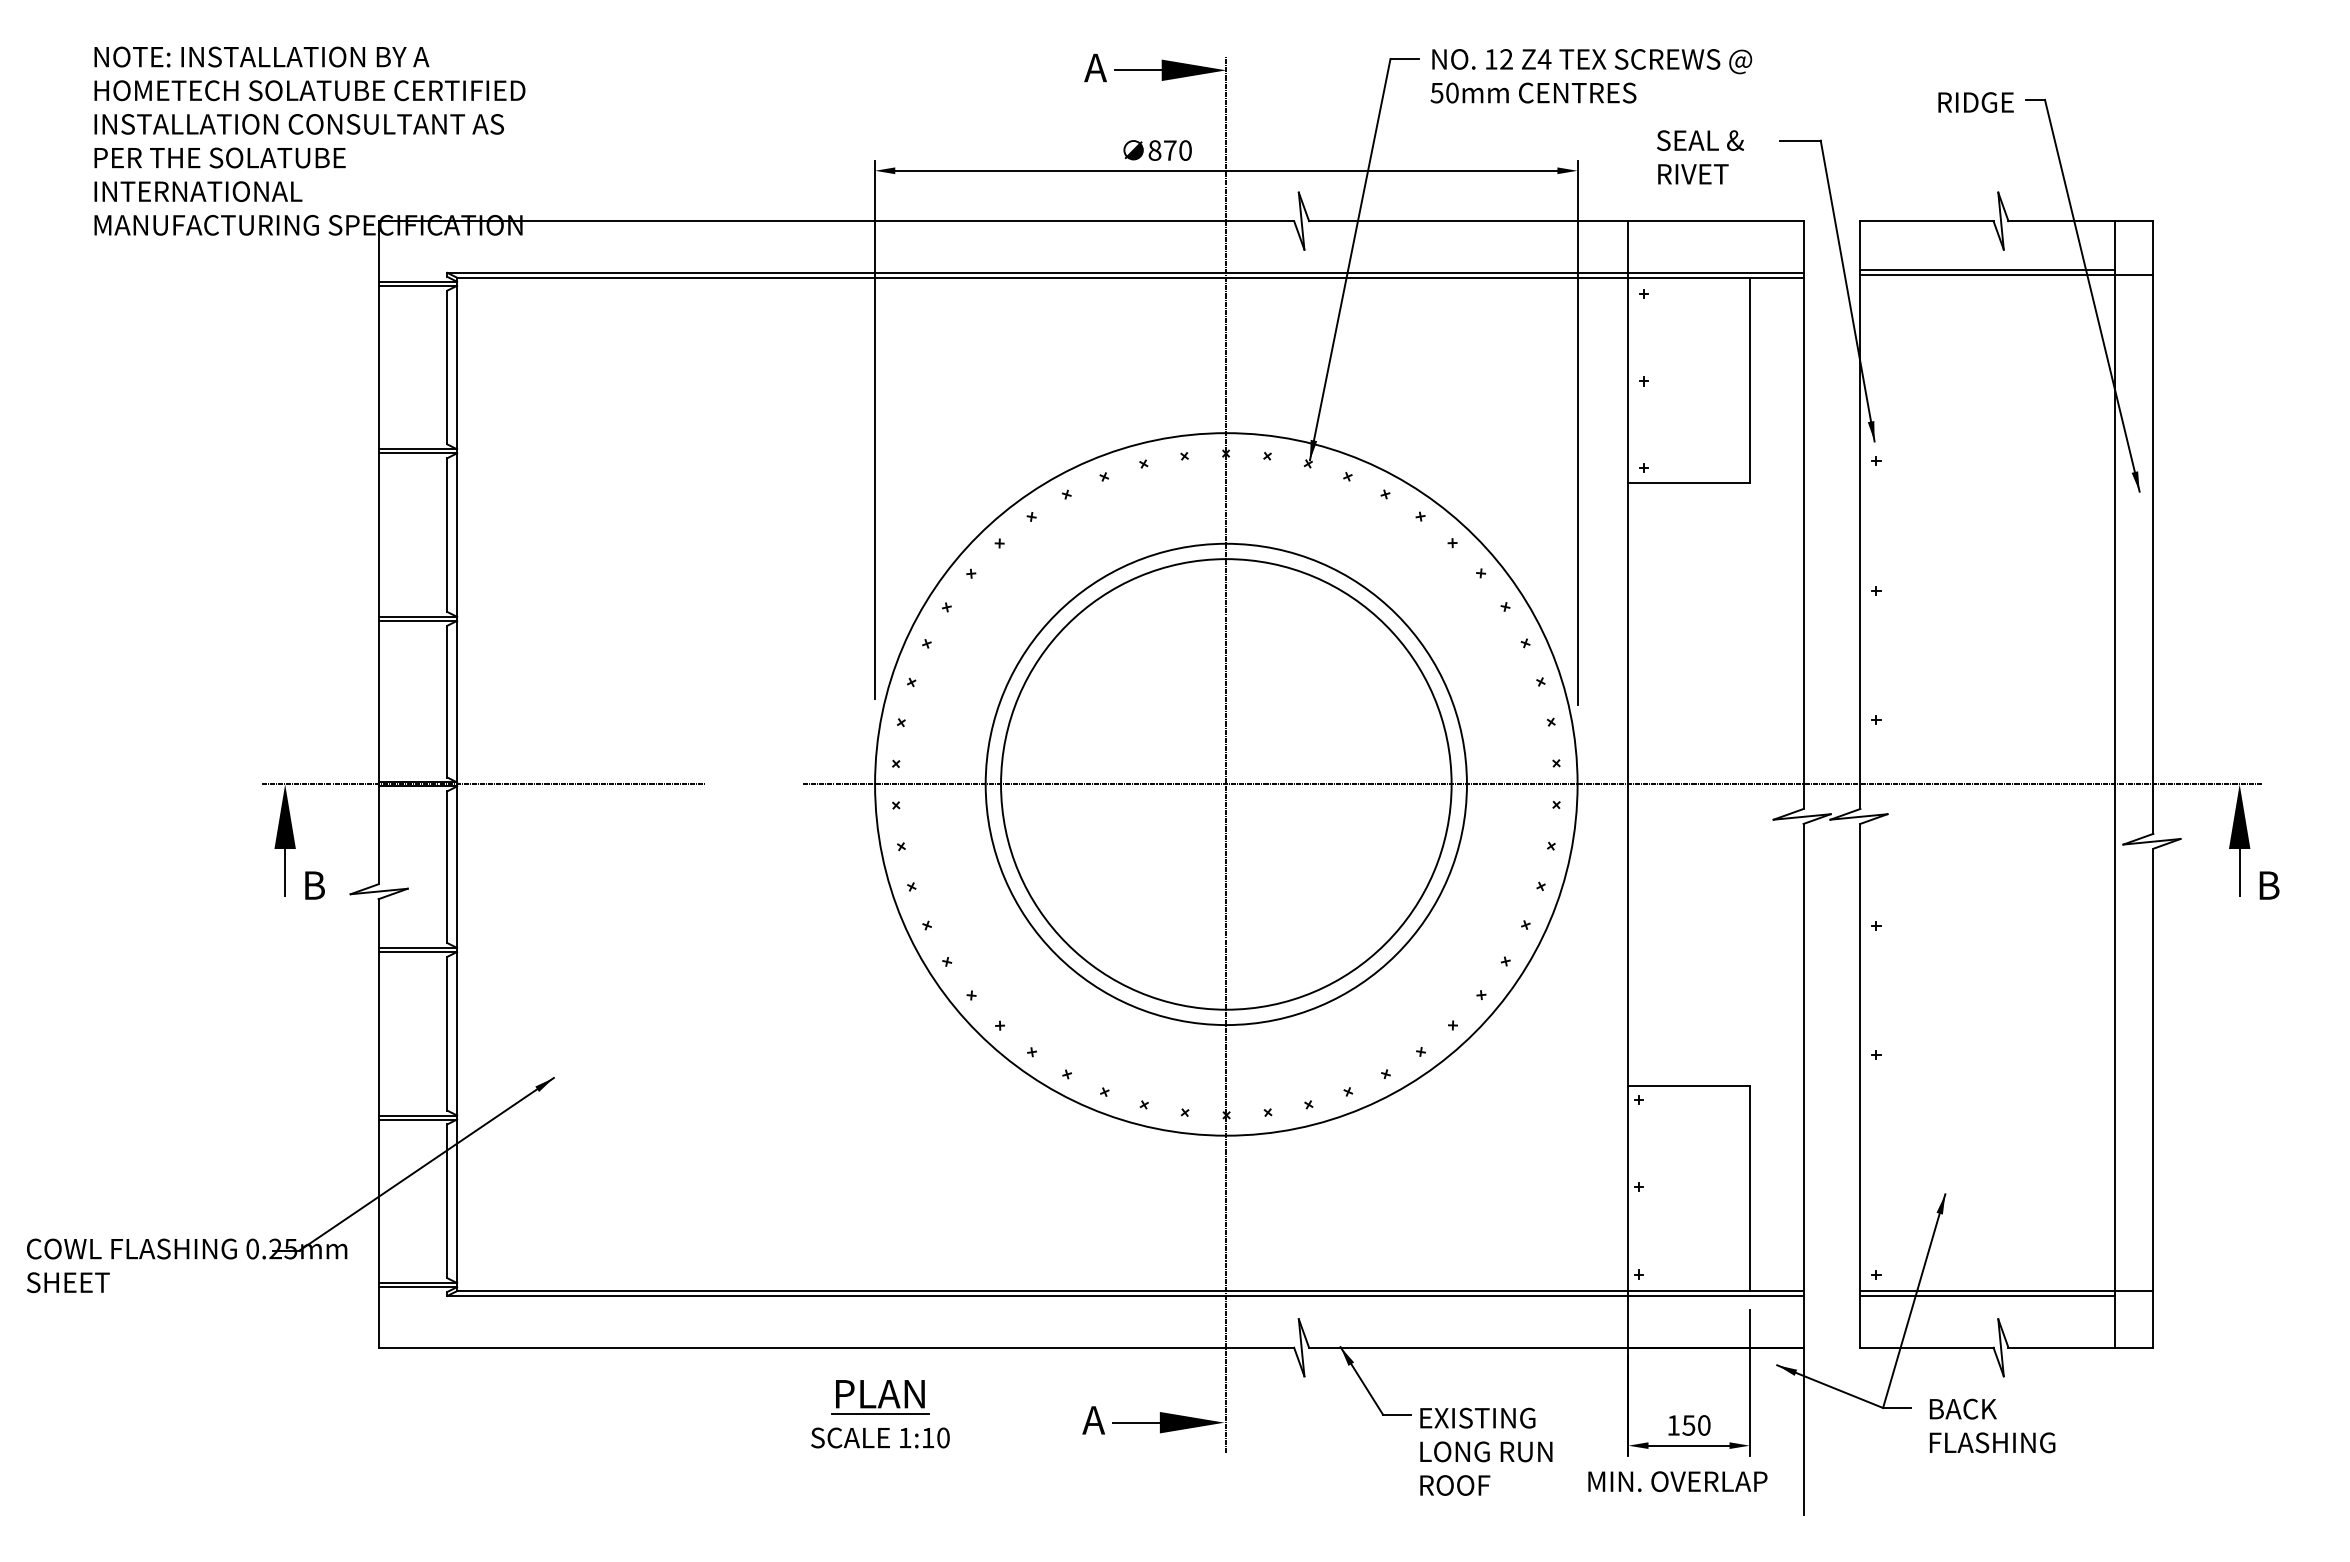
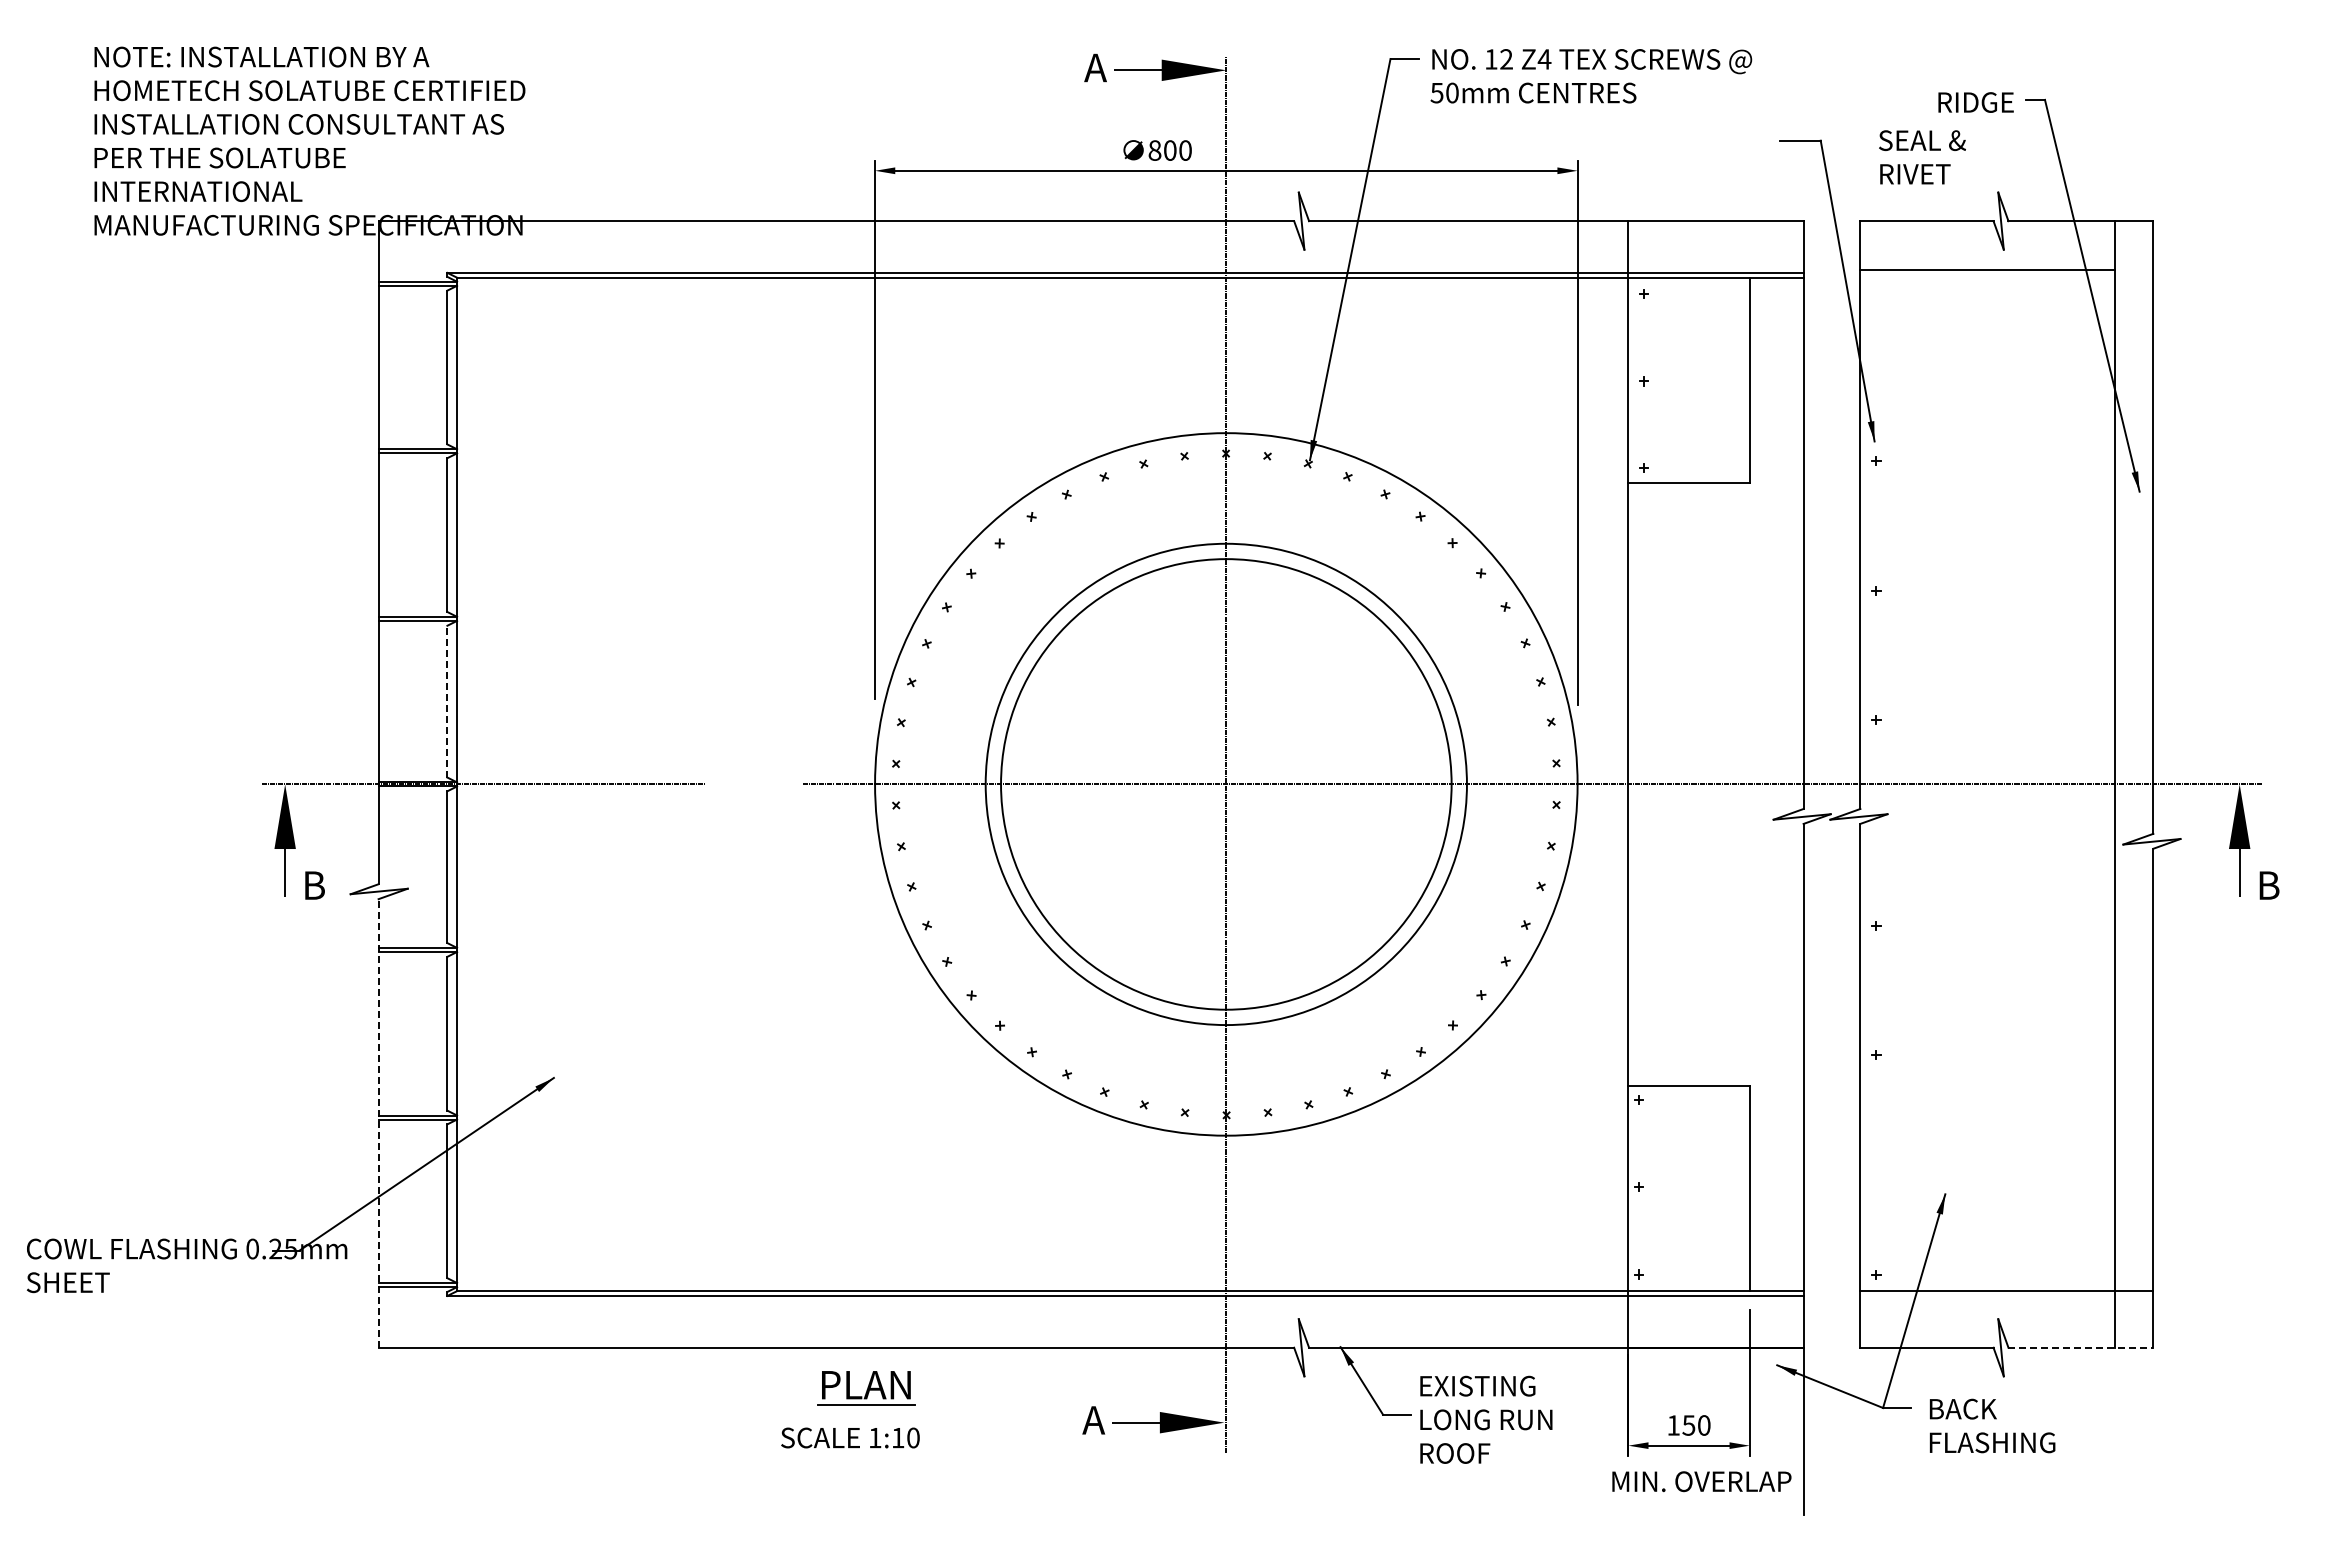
text at (1170, 150): 870 -> 800
text at (1700, 157) position: (1700, 157) -> (1922, 157)
line at (2006, 275): present -> none
line at (447, 701): solid -> dashed
line at (378, 1122): solid -> dashed
line at (1987, 1295): present -> none
line at (2081, 1347): solid -> dashed
part at (880, 1397) position: (880, 1397) -> (866, 1388)
text at (880, 1437) position: (880, 1437) -> (850, 1437)
text at (1486, 1451) position: (1486, 1451) -> (1486, 1419)
text at (1677, 1481) position: (1677, 1481) -> (1701, 1481)
